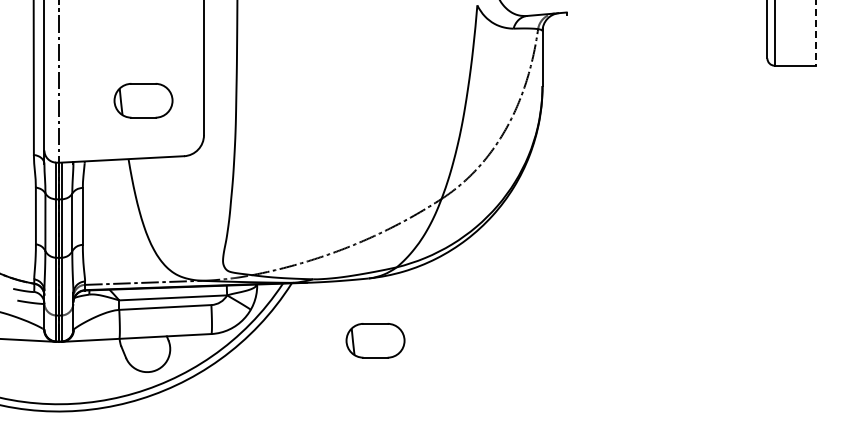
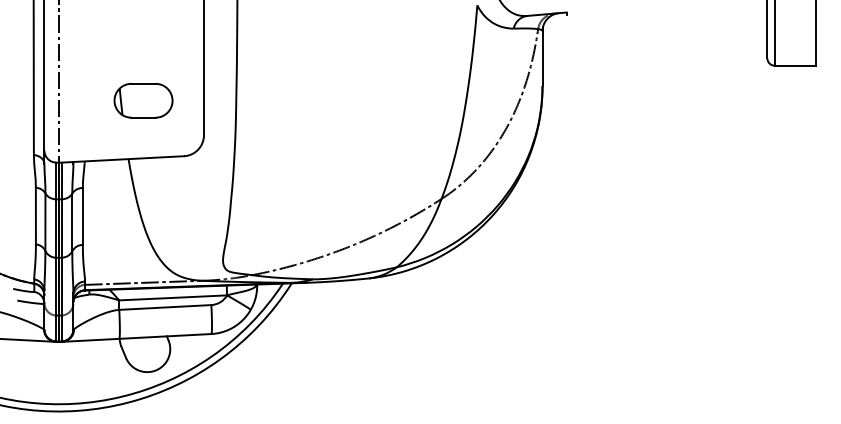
line at (815, 33): dashed -> solid
part at (375, 340): present -> none
